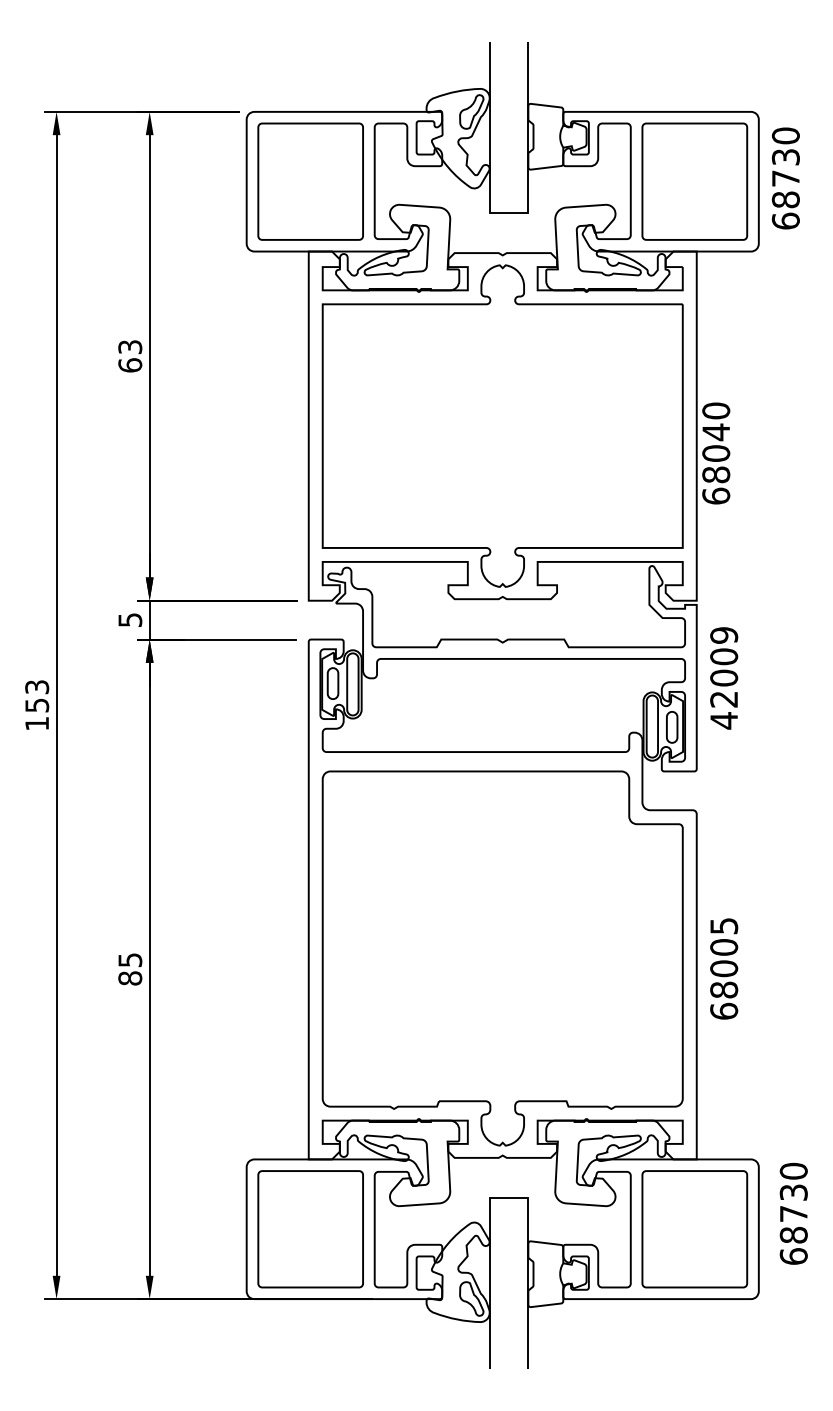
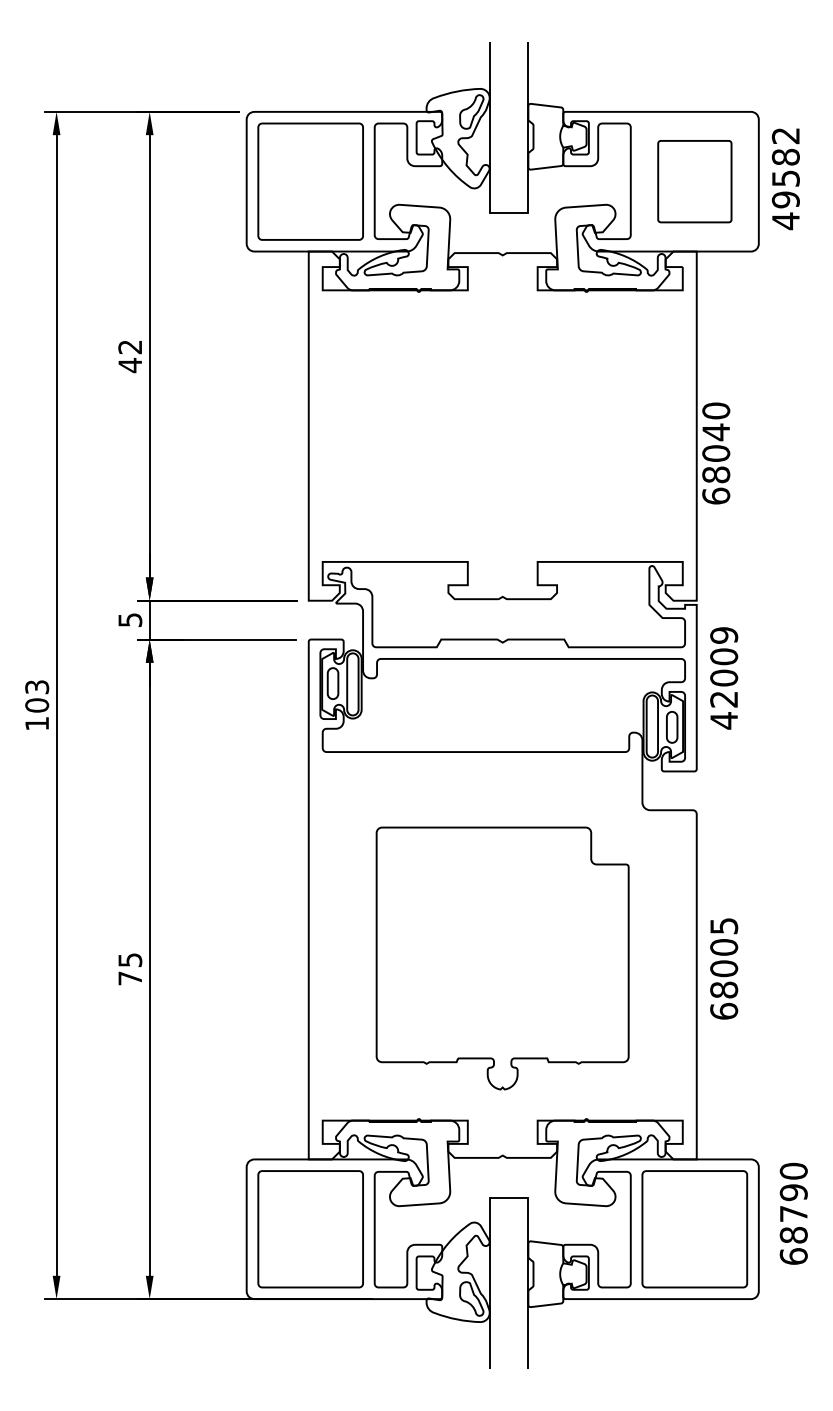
text at (785, 178): 68730 -> 49582
part at (694, 181) size: 108x119 px -> 76x84 px
text at (130, 356): 63 -> 42
part at (502, 425): present -> none
text at (37, 705): 153 -> 103
part at (502, 958) size: 363x377 px -> 255x265 px
text at (130, 978): 85 -> 75
text at (793, 1192): 68730 -> 68790
